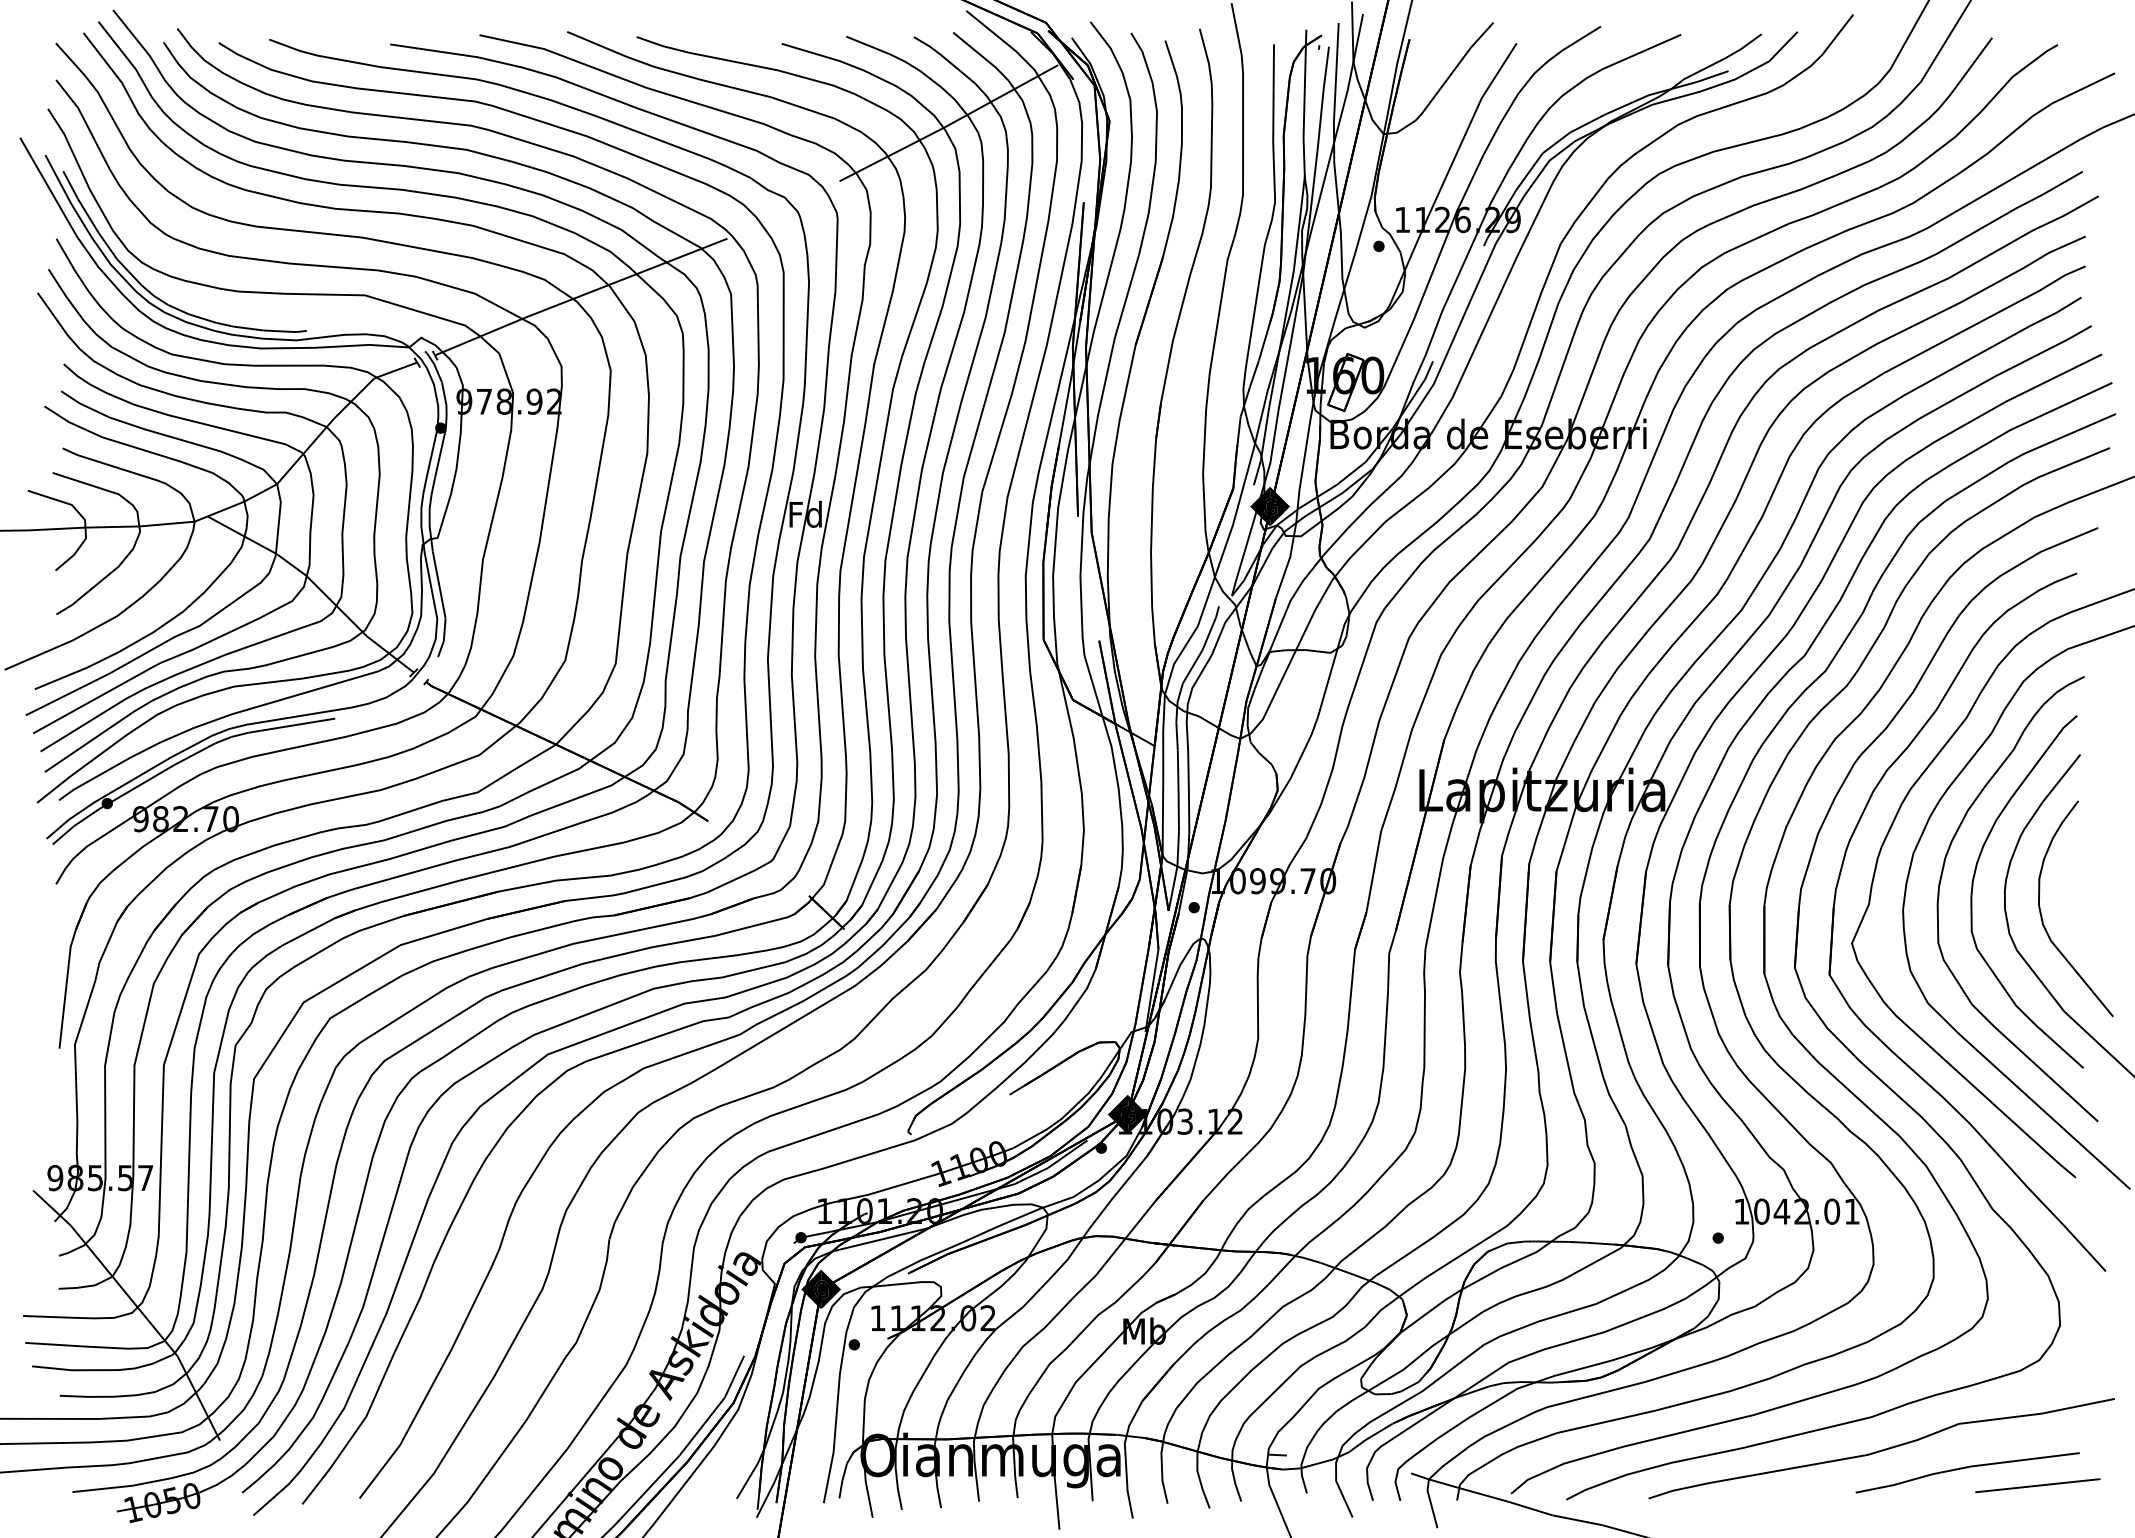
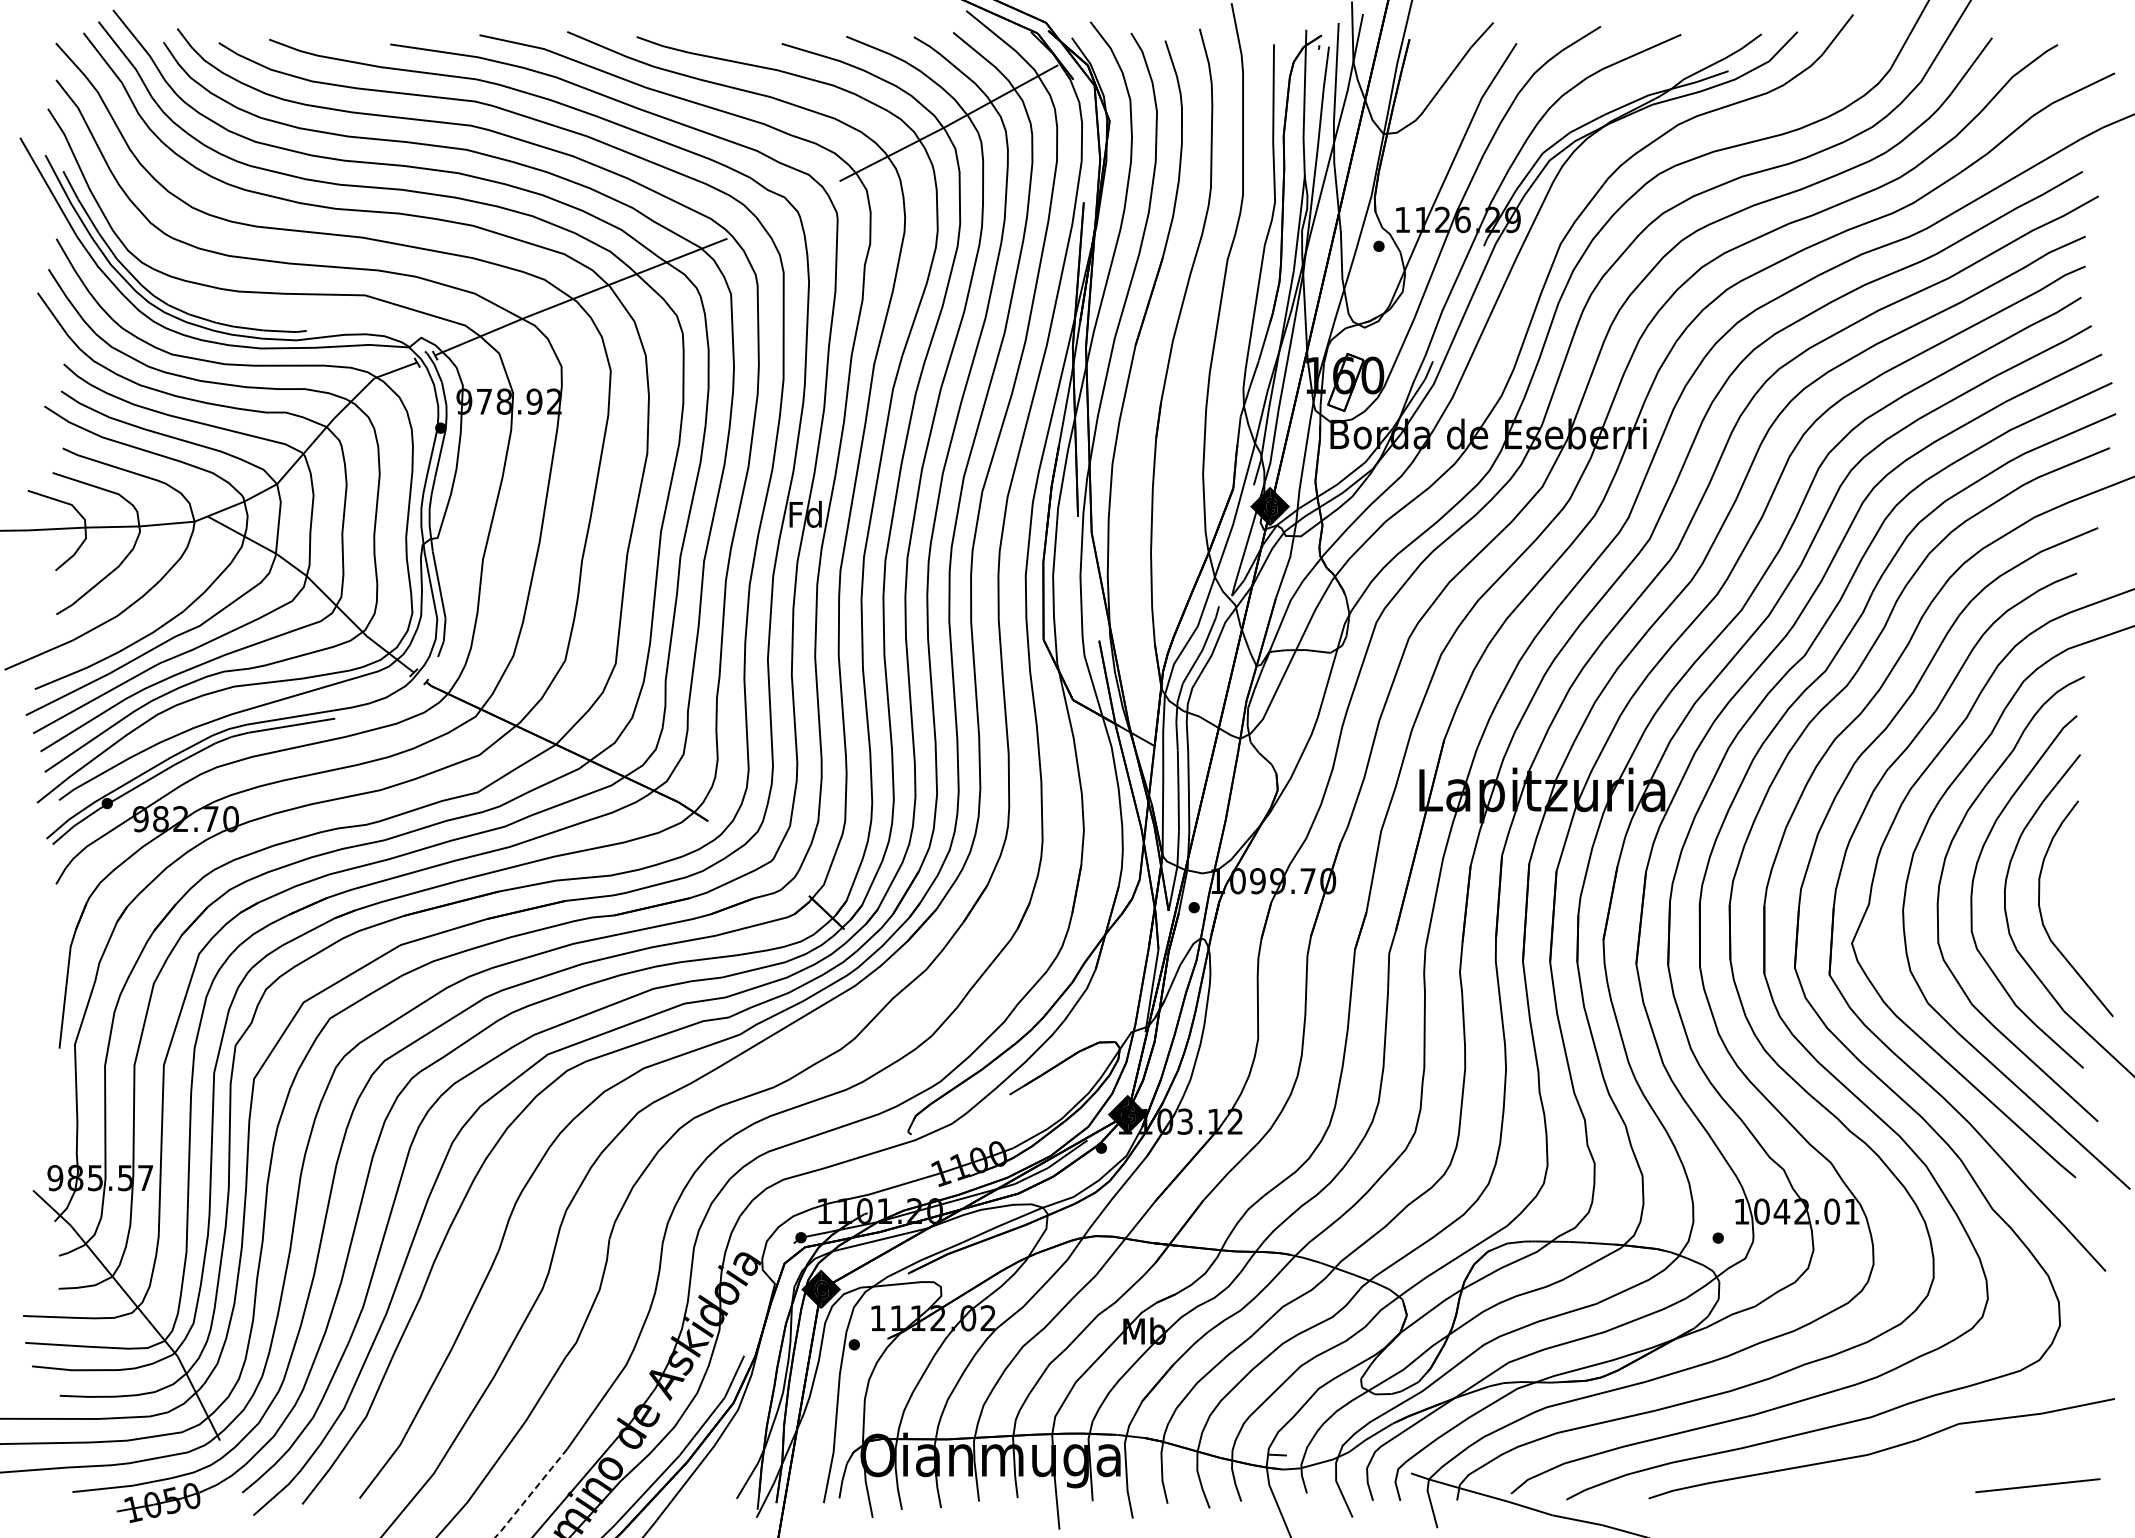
line at (1967, 1468): present -> none
line at (531, 1493): solid -> dashed
